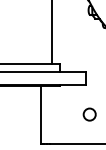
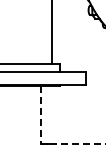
circle at (89, 114): present -> none
line at (41, 115): solid -> dashed
line at (78, 143): solid -> dashed
